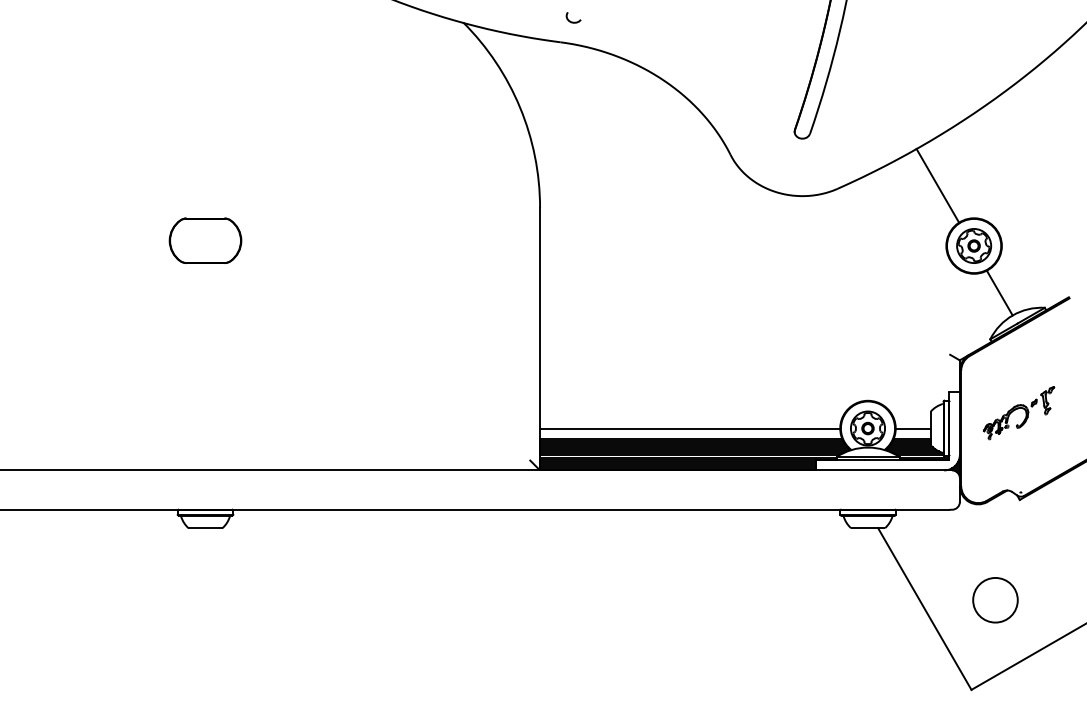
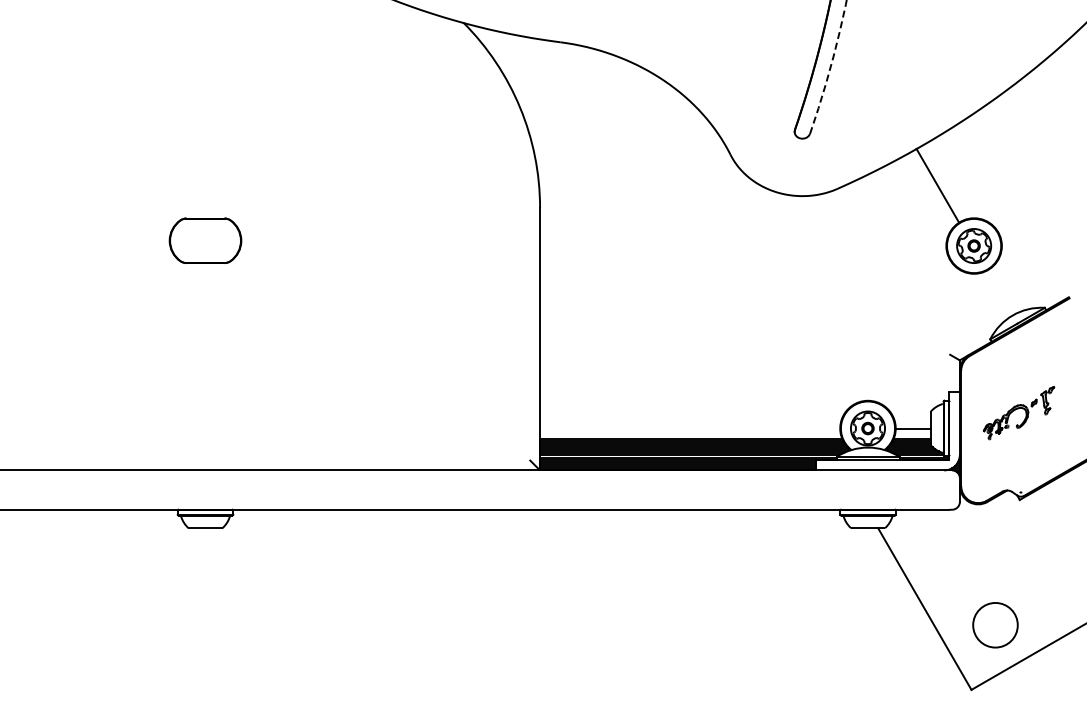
curve at (573, 21): present -> none
arc at (830, 66): solid -> dashed
line at (999, 292): present -> none
line at (690, 428): present -> none
circle at (995, 600) position: (995, 600) -> (995, 625)
